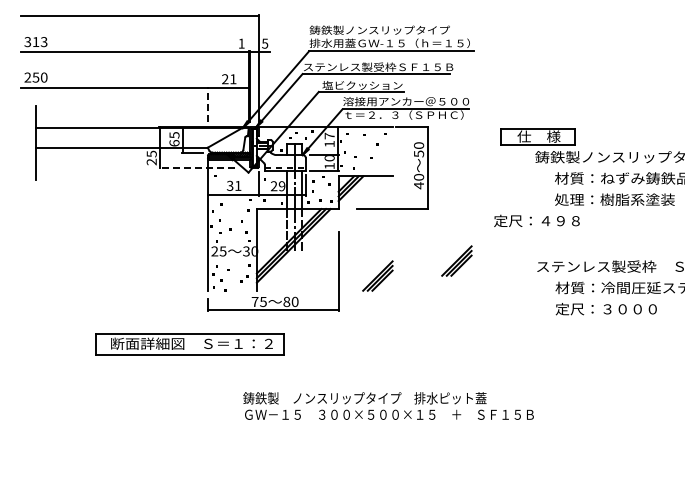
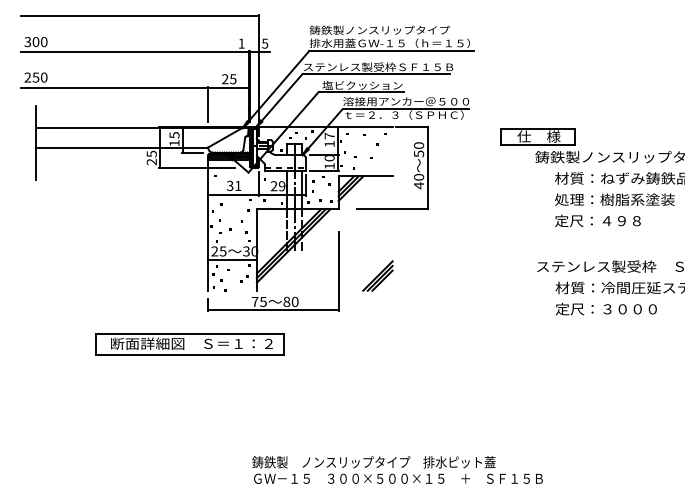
text at (39, 42): 313 -> 300
text at (233, 79): 21 -> 25
line at (207, 104): dashed -> solid
text at (174, 143): 65 -> 15
line at (197, 168): dashed -> solid
text at (536, 220) position: (536, 220) -> (597, 220)
line at (231, 259): none -> present
part at (456, 260): present -> none
text at (388, 405) position: (388, 405) -> (397, 469)
